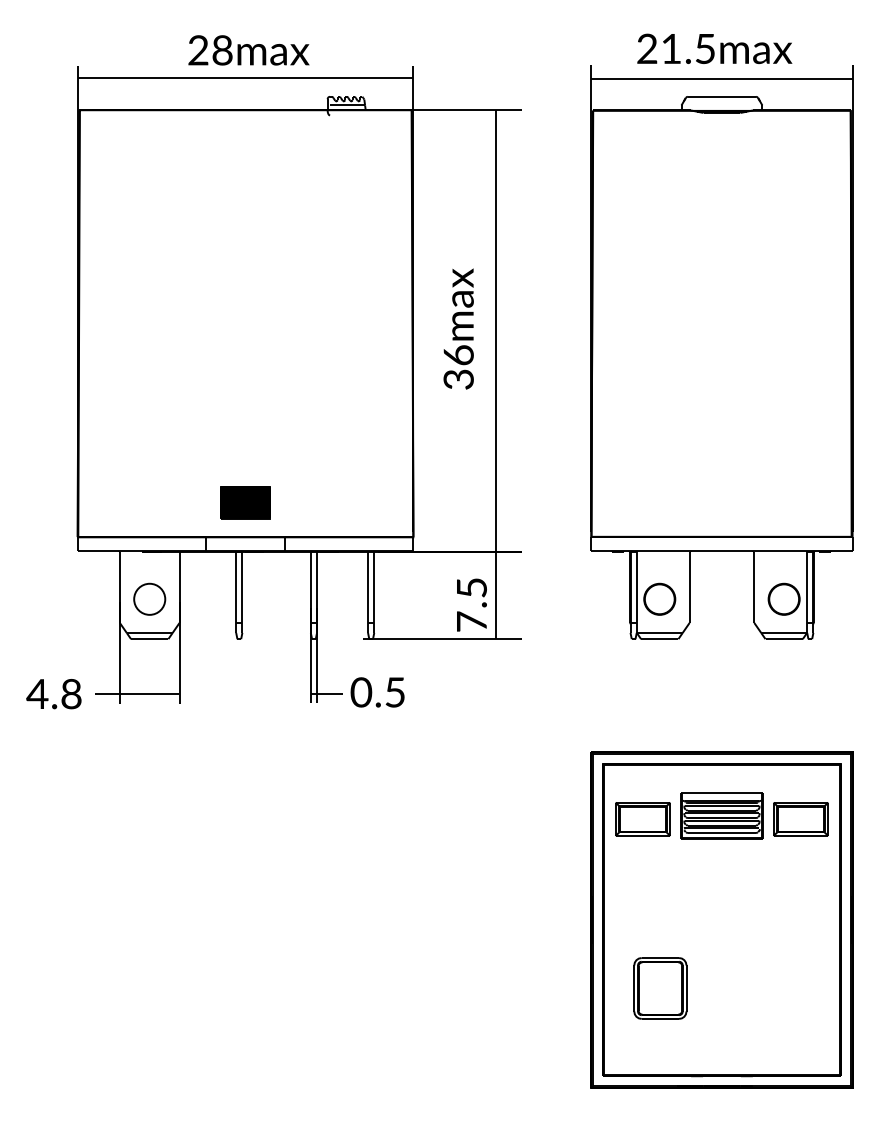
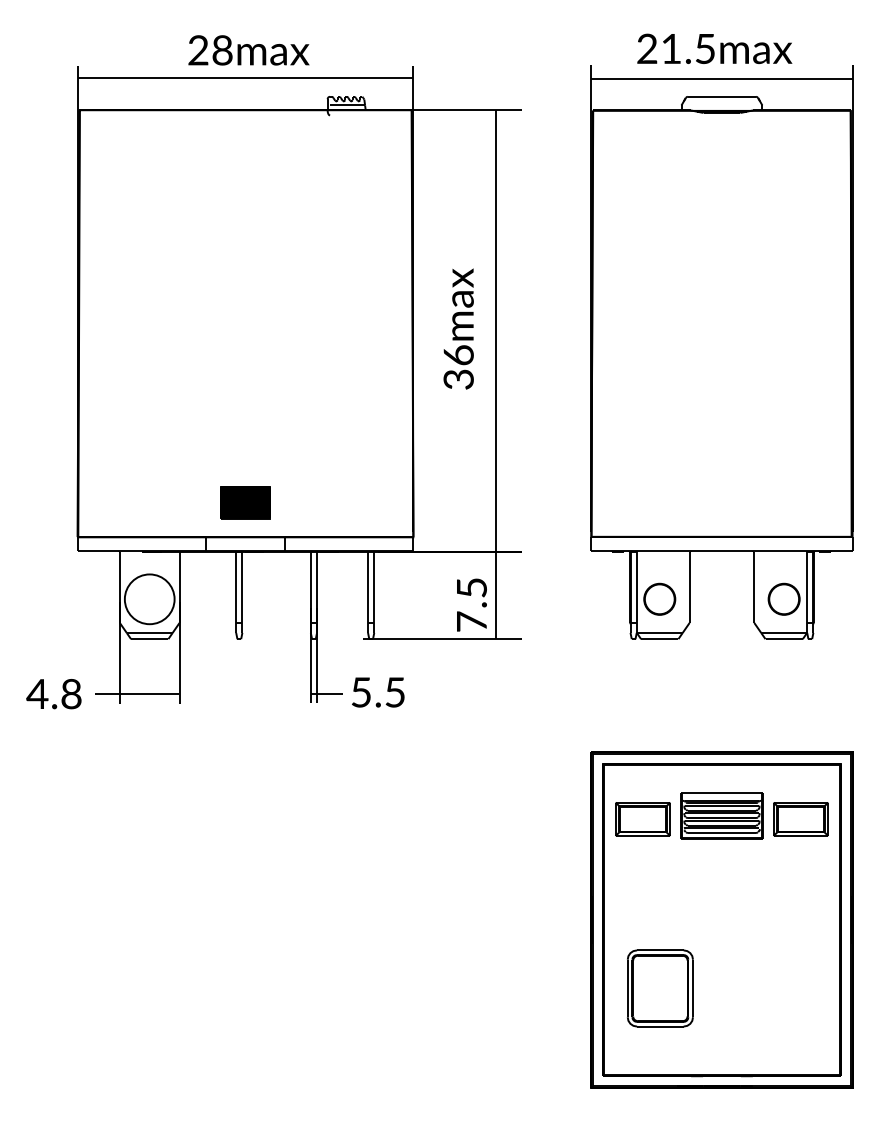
circle at (149, 598) diameter: 31 px -> 50 px
text at (361, 692): 0.5 -> 5.5
part at (660, 988) size: 55x63 px -> 67x79 px
